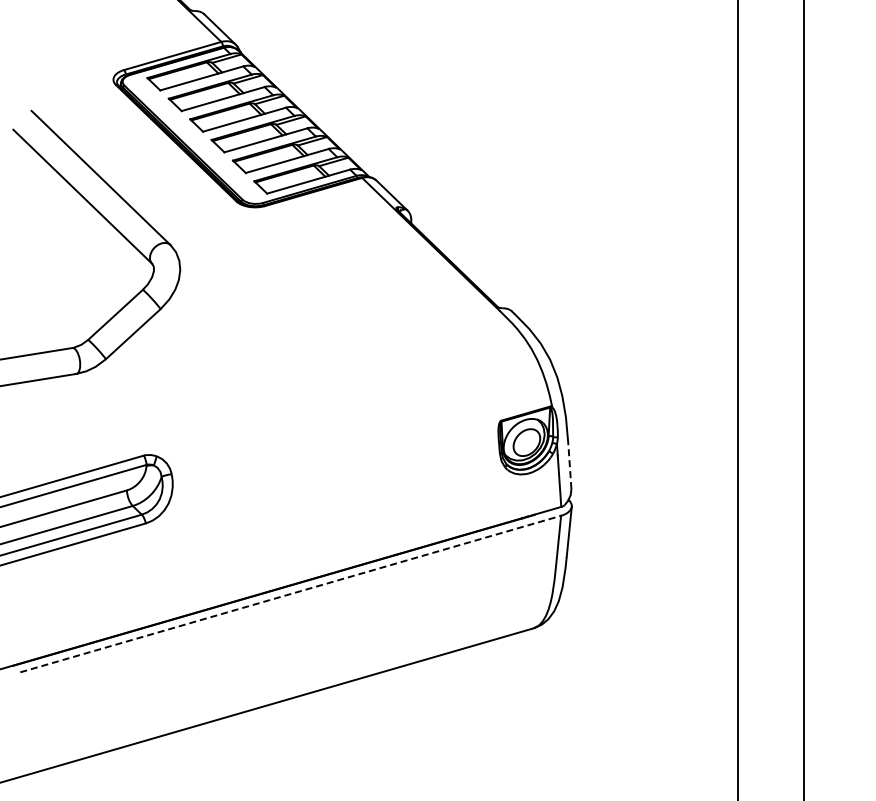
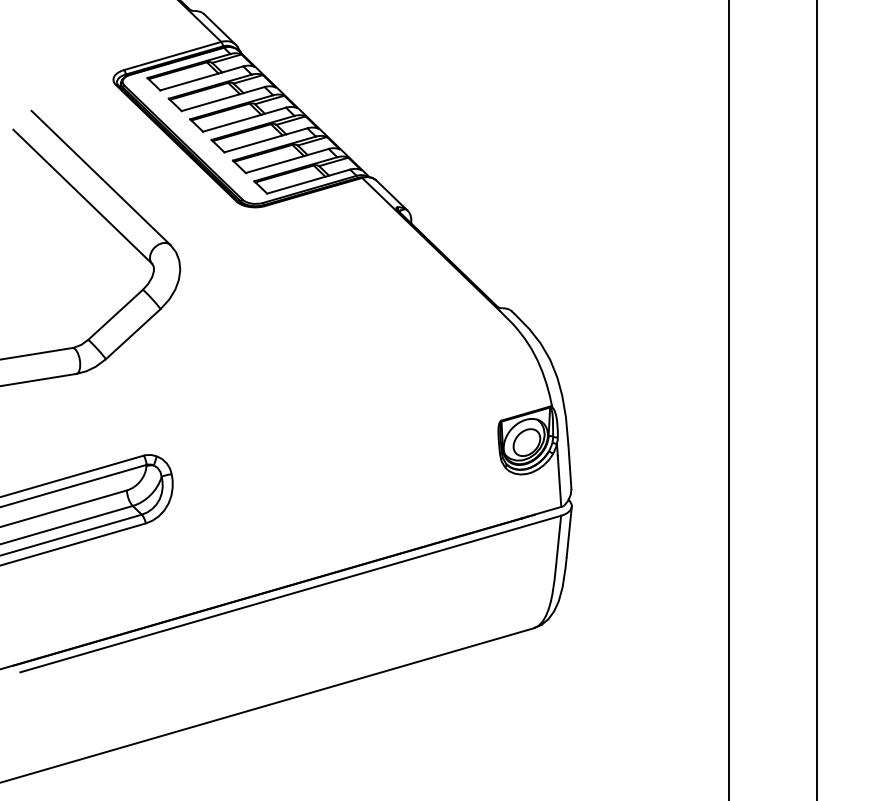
line at (738, 399) position: (738, 399) -> (729, 399)
line at (803, 399) position: (803, 399) -> (816, 399)
line at (569, 467): dashed -> solid
line at (290, 594): dashed -> solid
